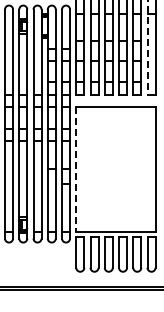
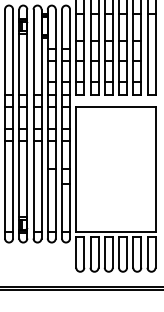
line at (147, 48): dashed -> solid
line at (76, 169): dashed -> solid
